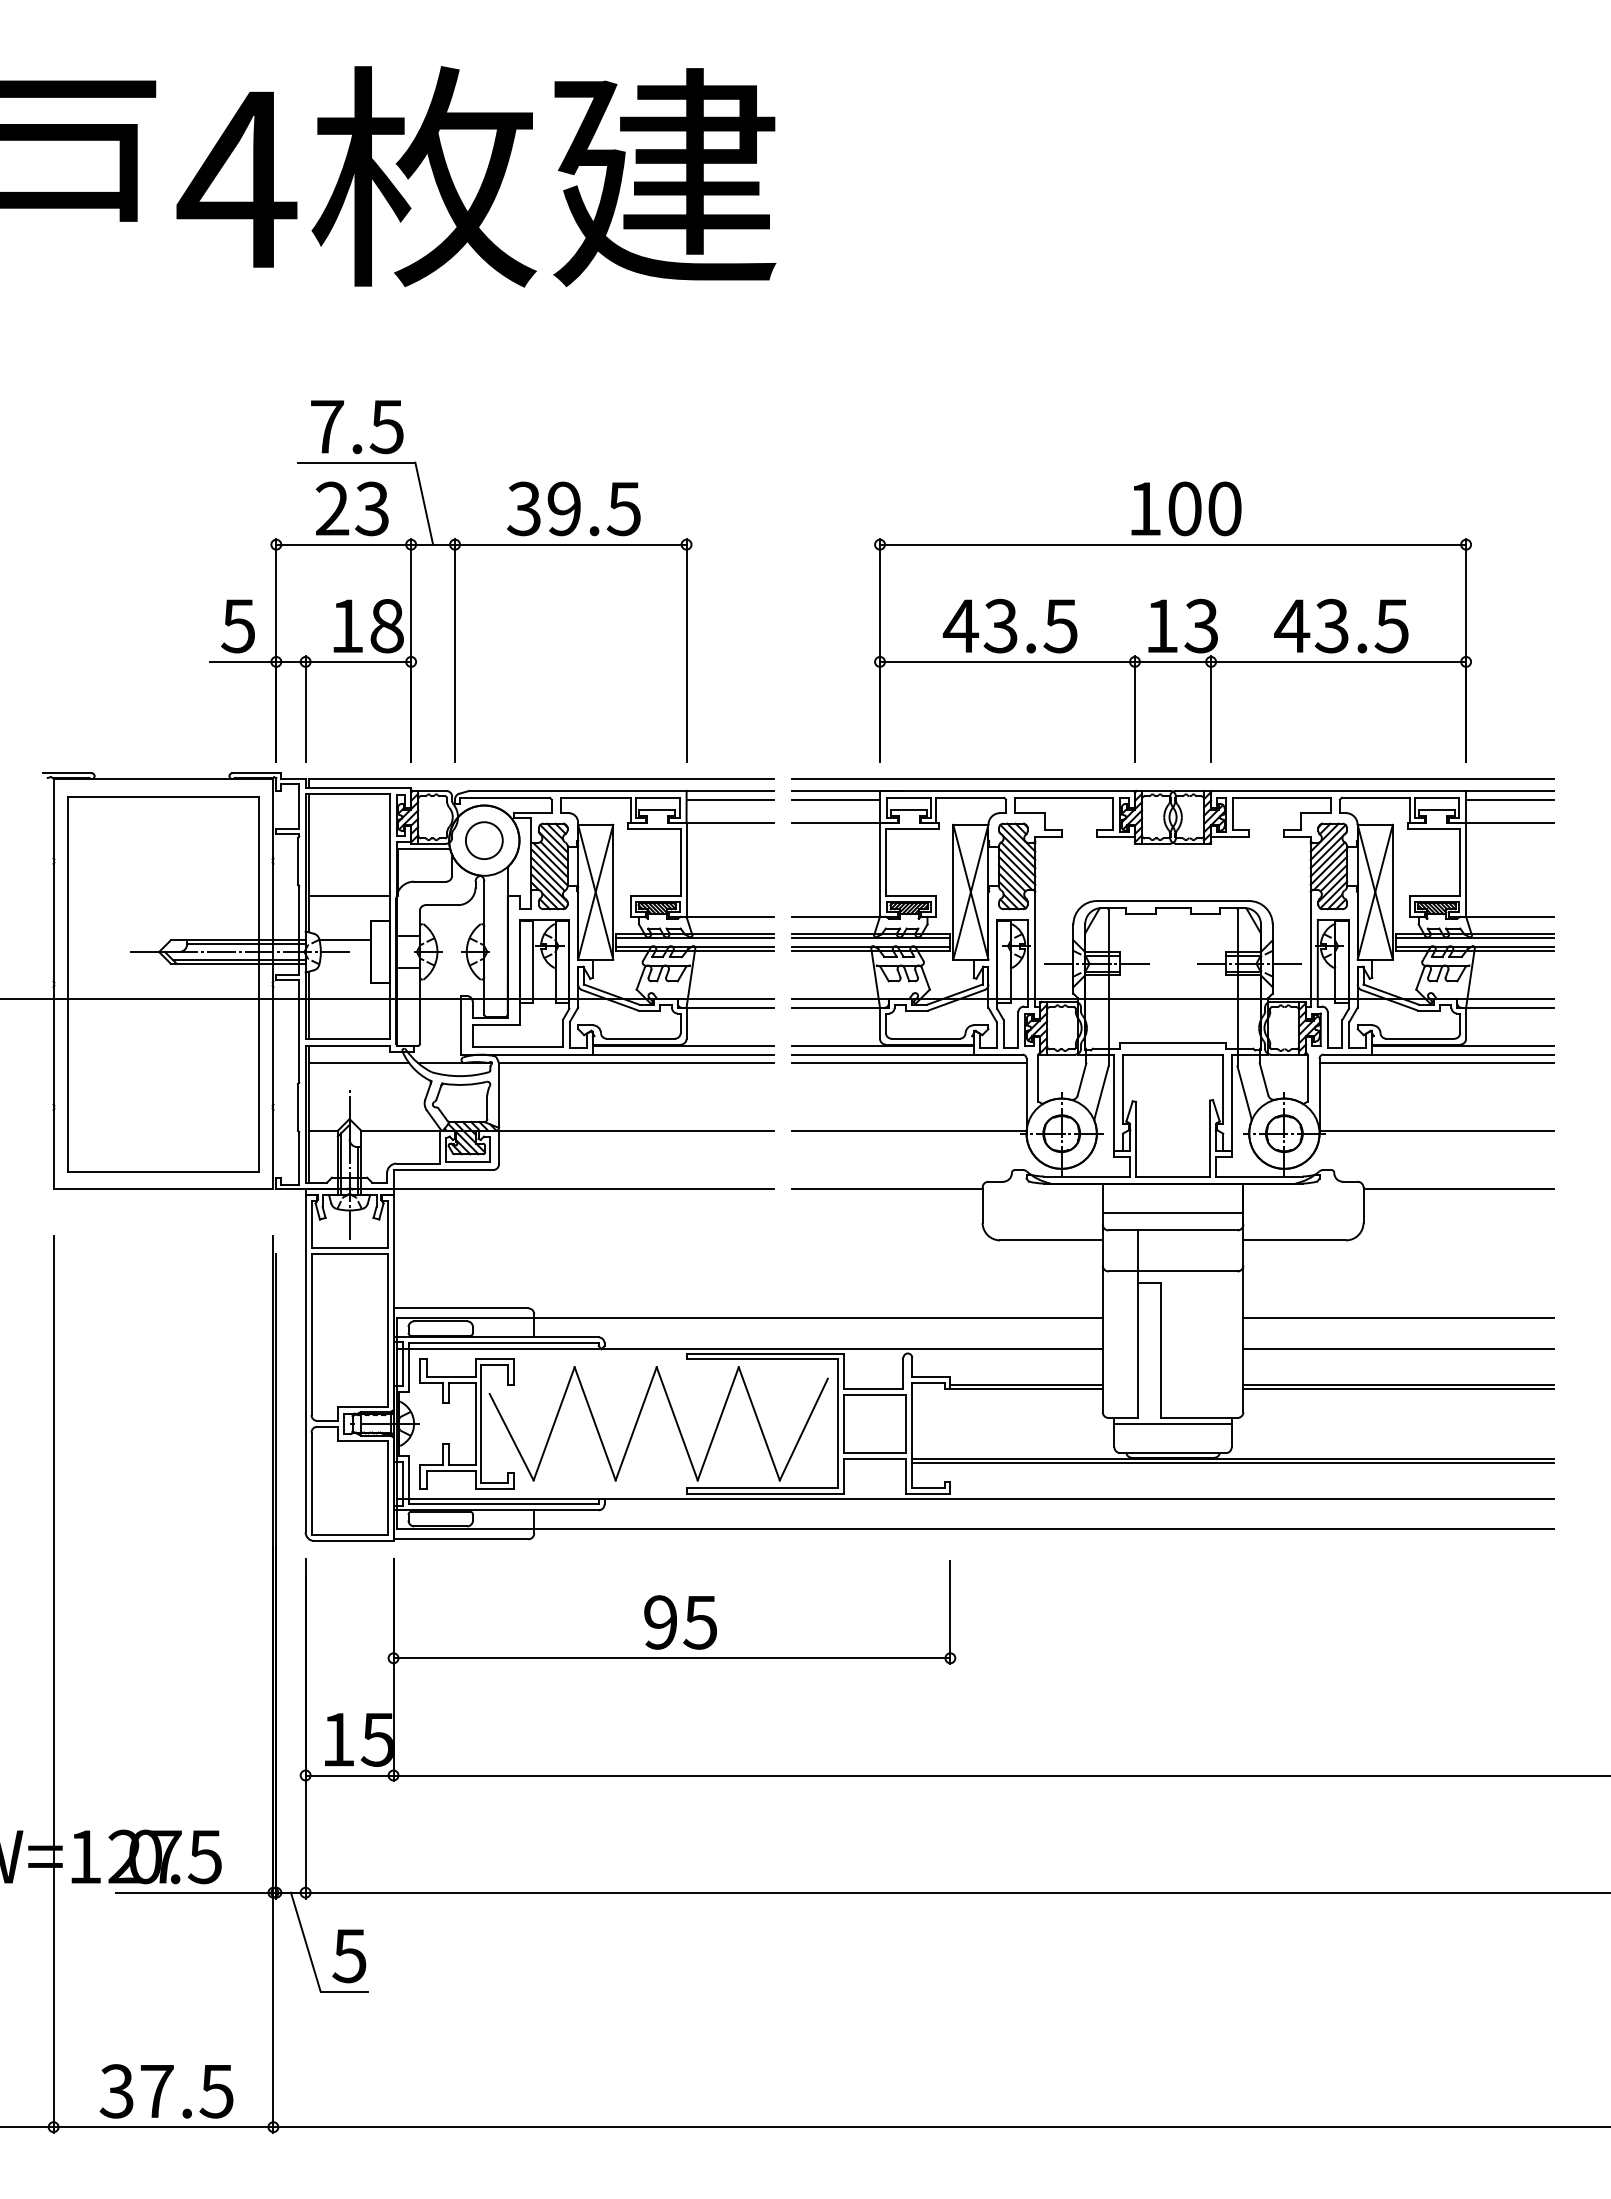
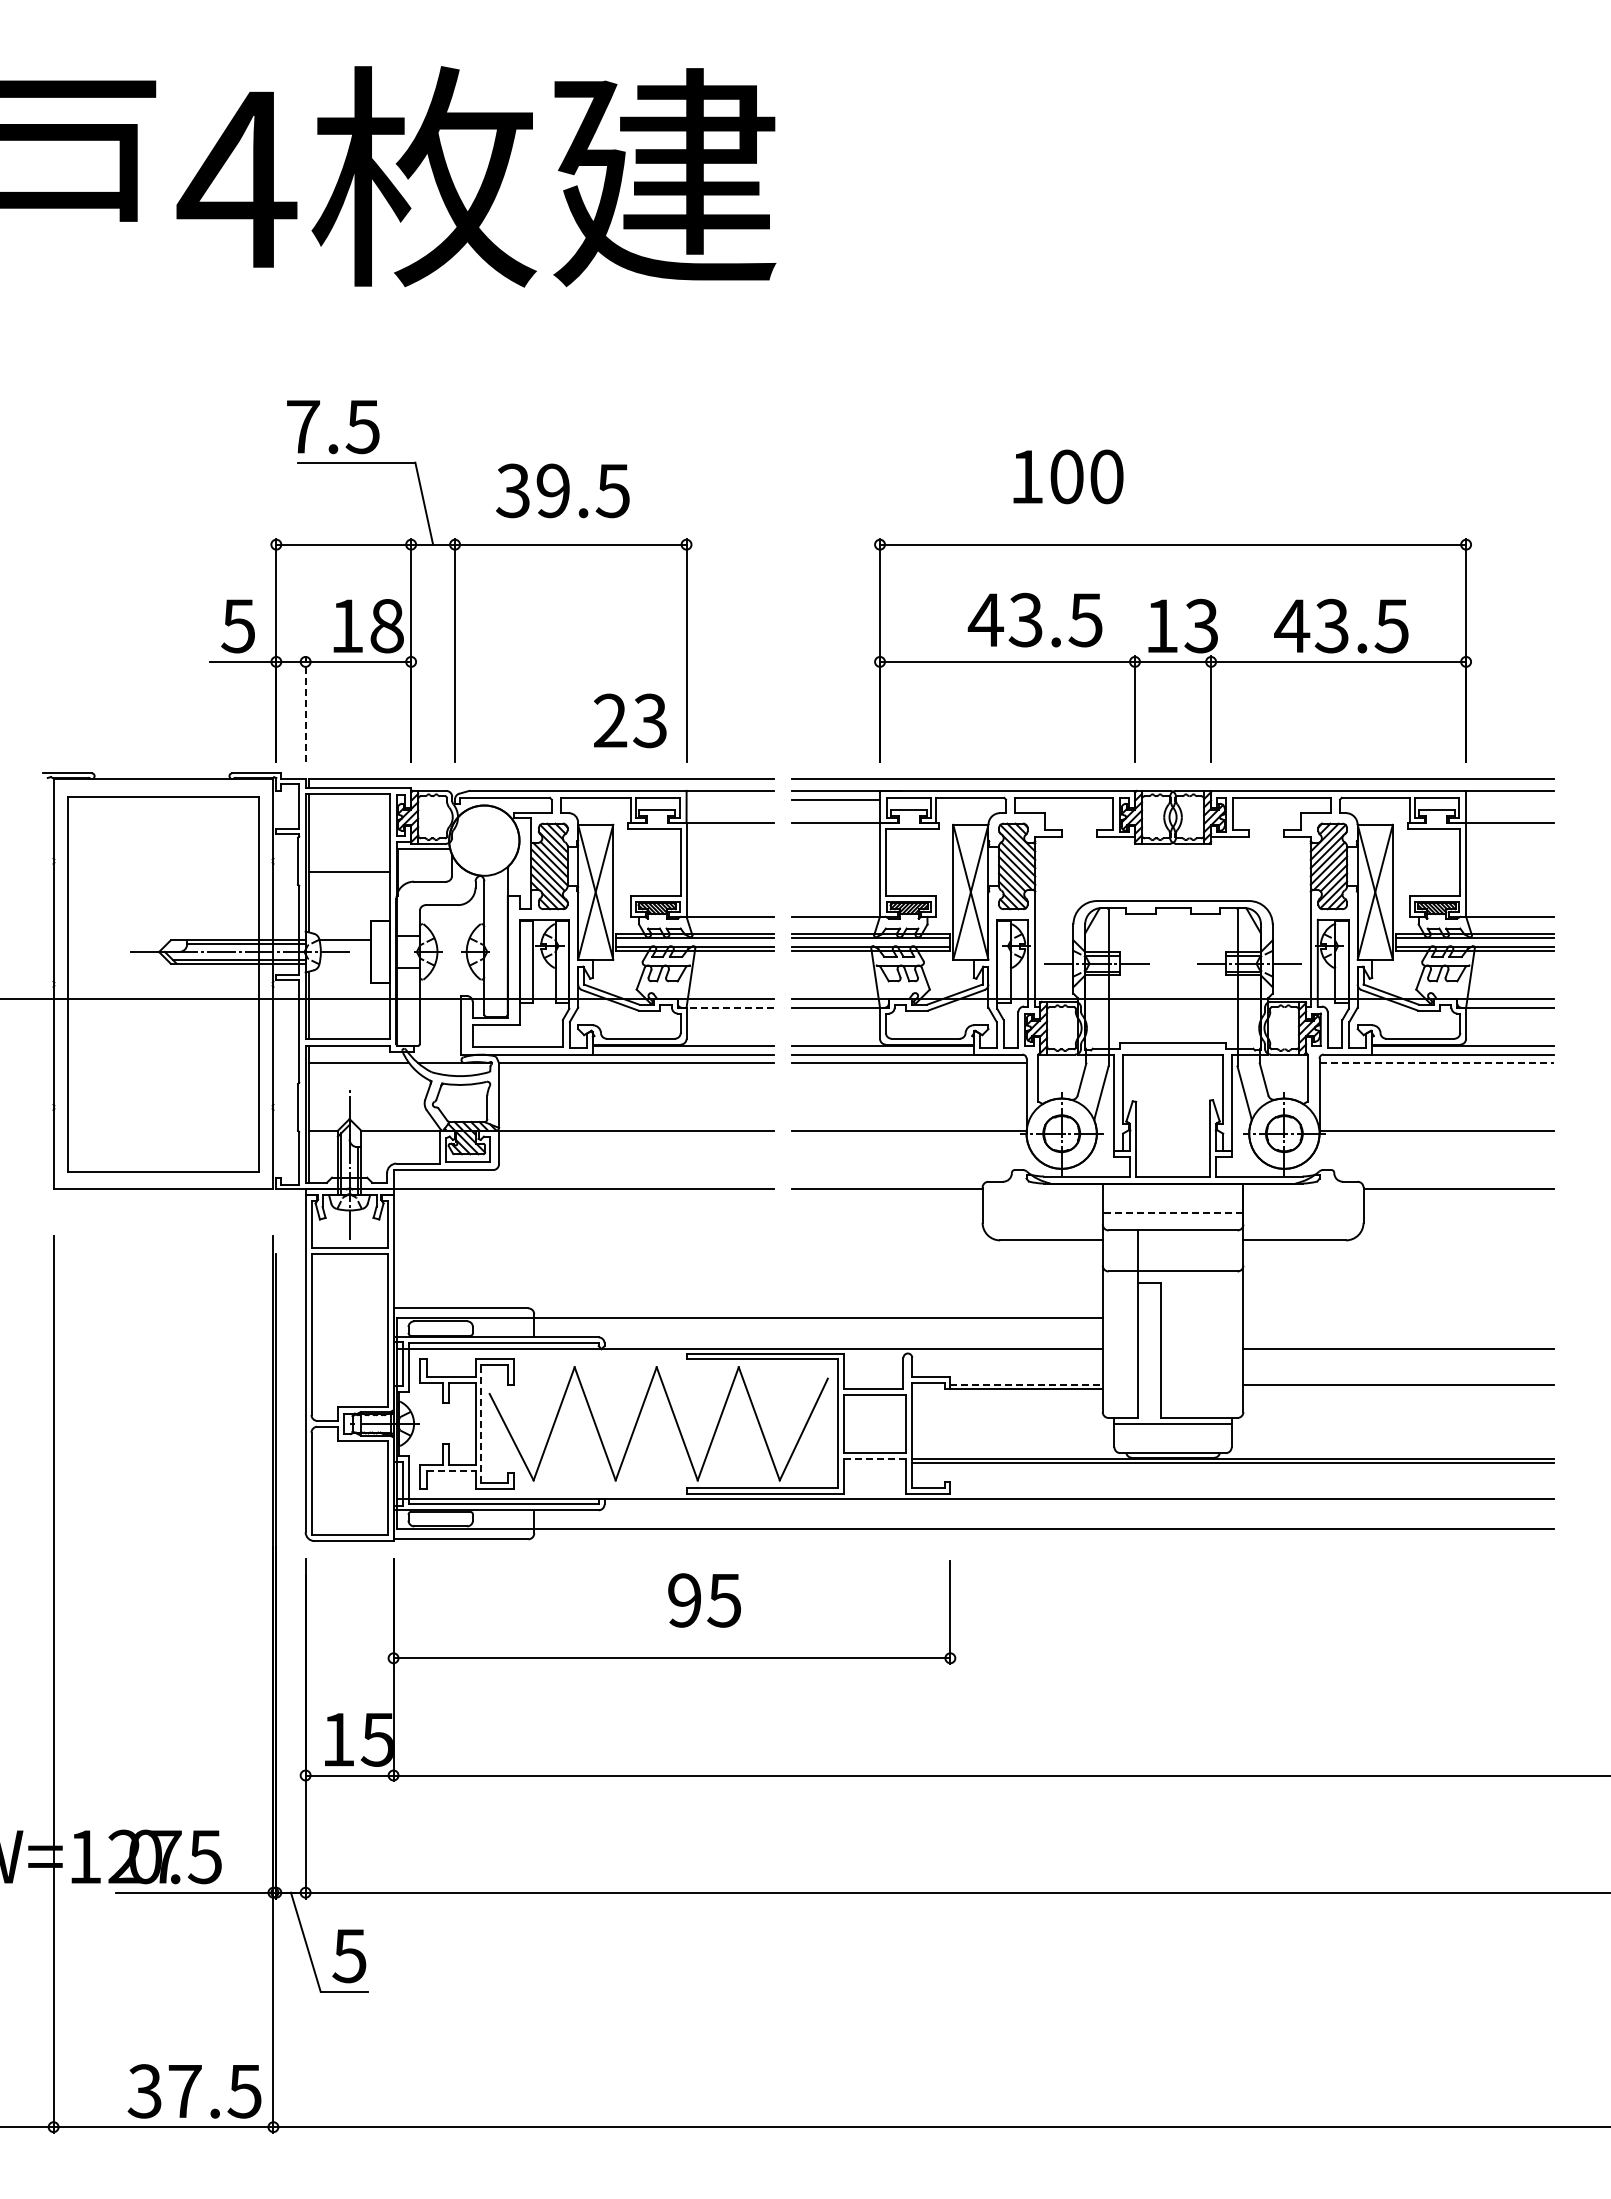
text at (357, 427) position: (357, 427) -> (333, 427)
text at (352, 508) position: (352, 508) -> (630, 720)
text at (573, 508) position: (573, 508) -> (562, 490)
text at (1186, 508) position: (1186, 508) -> (1068, 476)
text at (1009, 625) position: (1009, 625) -> (1034, 619)
line at (305, 708): solid -> dashed
line at (730, 799): present -> none
line at (1509, 799): present -> none
circle at (484, 840): present -> none
line at (349, 896) position: (349, 896) -> (349, 872)
line at (729, 1007): solid -> dashed
line at (1437, 1063): solid -> dashed
line at (1172, 1212): solid -> dashed
line at (1398, 1318): present -> none
line at (1027, 1384): solid -> dashed
line at (1398, 1388): present -> none
line at (481, 1423): solid -> dashed
line at (874, 1459): solid -> dashed
line at (451, 1470): solid -> dashed
text at (680, 1622) position: (680, 1622) -> (704, 1600)
text at (166, 2091) position: (166, 2091) -> (194, 2091)
